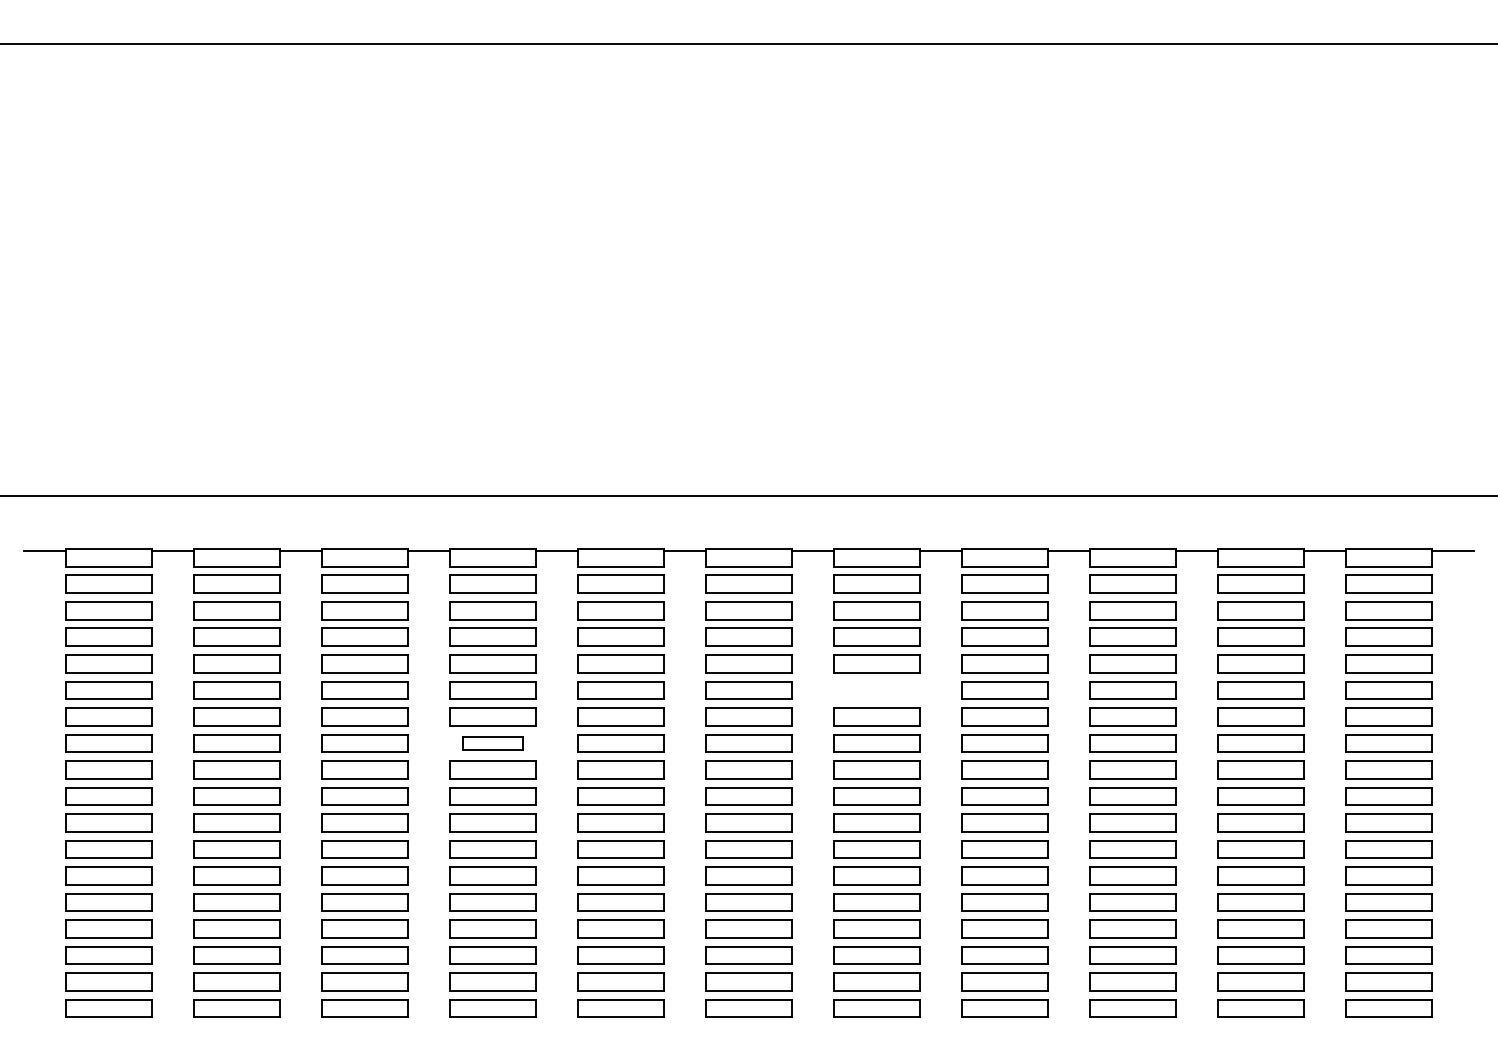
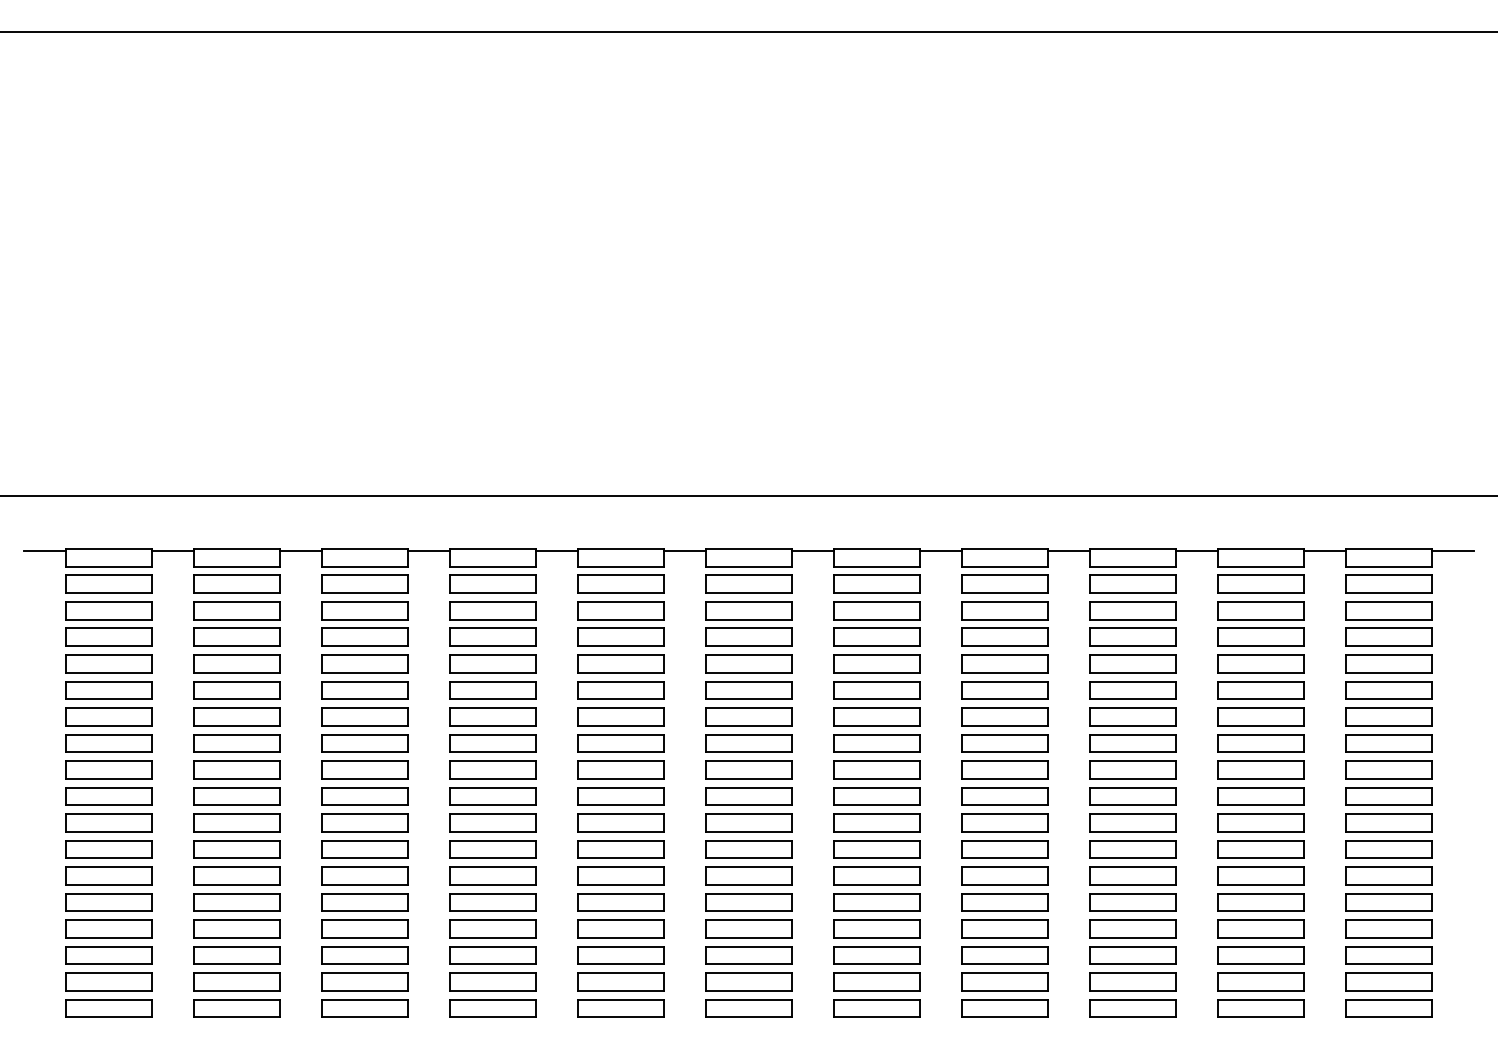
line at (748, 43) position: (748, 43) -> (748, 31)
part at (876, 690): none -> present
part at (492, 743) size: 62x15 px -> 88x19 px
